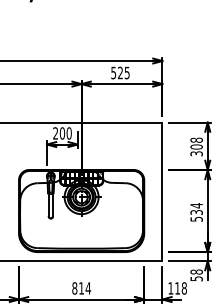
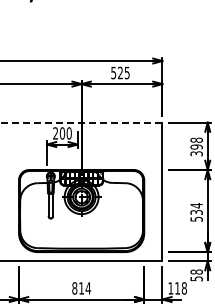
line at (81, 122): solid -> dashed
text at (196, 146): 308 -> 398
